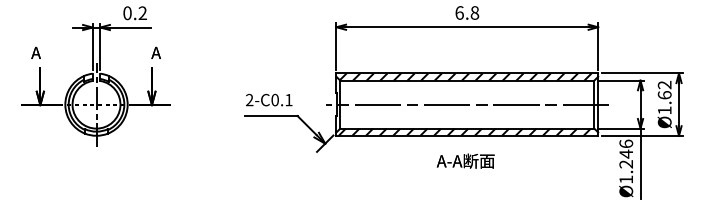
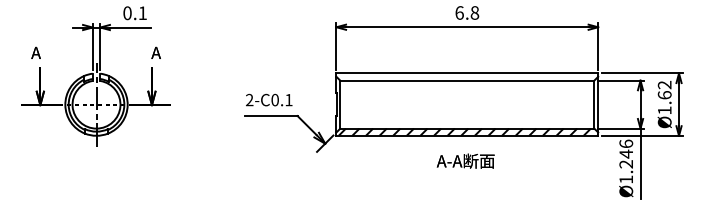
text at (142, 12): 0.2 -> 0.1
hatch at (465, 76): present -> none
line at (466, 104): present -> none
